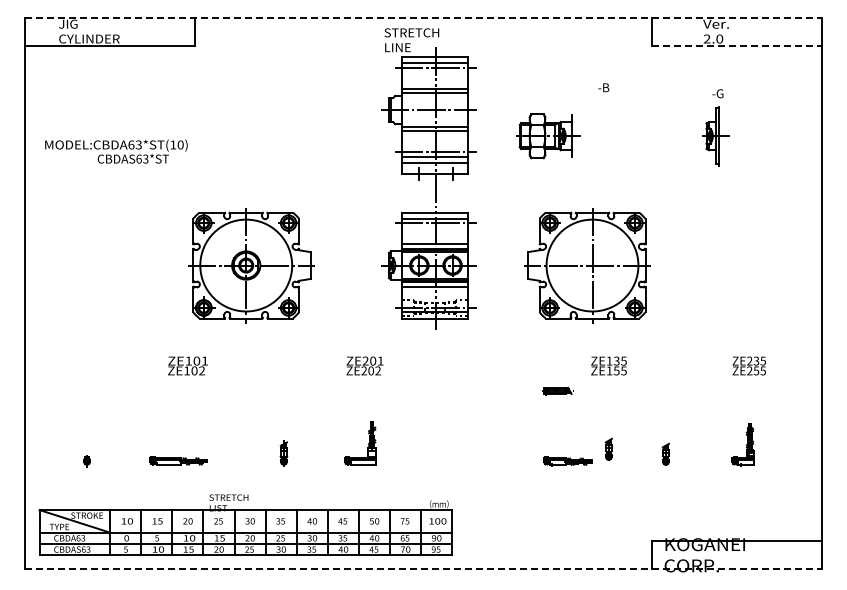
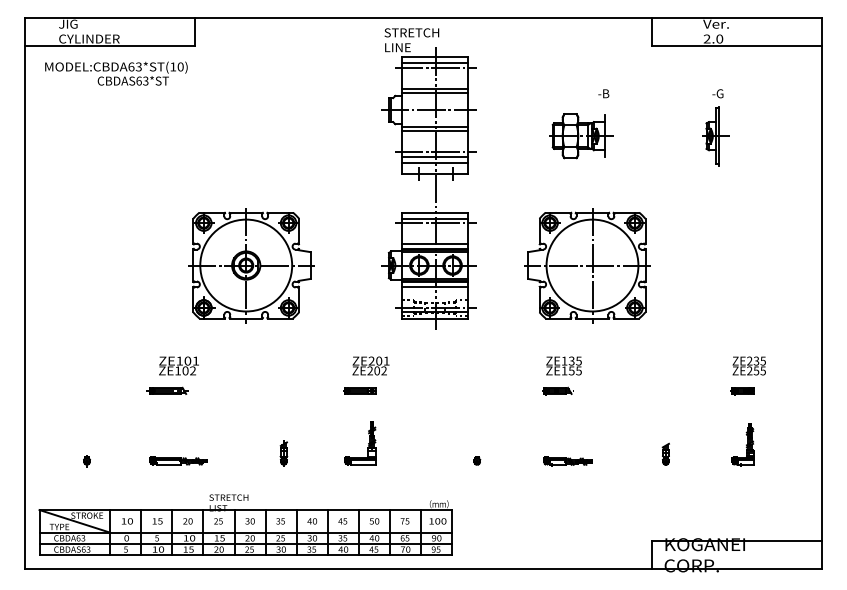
line at (423, 17): dashed -> solid
line at (736, 45): dashed -> solid
text at (603, 87) position: (603, 87) -> (603, 93)
part at (548, 136) position: (548, 136) -> (581, 136)
text at (116, 151) position: (116, 151) -> (116, 73)
text at (187, 365) position: (187, 365) -> (178, 365)
text at (364, 365) position: (364, 365) -> (370, 365)
text at (608, 365) position: (608, 365) -> (563, 365)
part at (167, 390): none -> present
part at (359, 390): none -> present
part at (742, 391): none -> present
part at (608, 448): present -> none
part at (477, 460): none -> present
line at (423, 569): dashed -> solid
